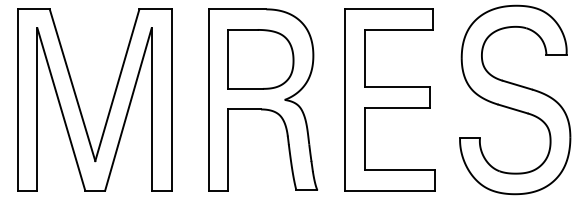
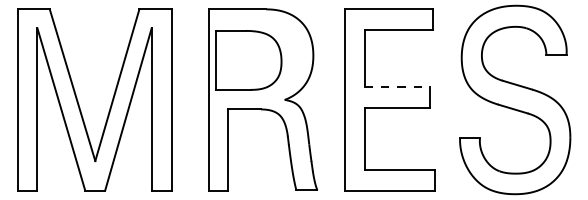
part at (260, 59) position: (260, 59) -> (248, 60)
line at (397, 87): solid -> dashed
